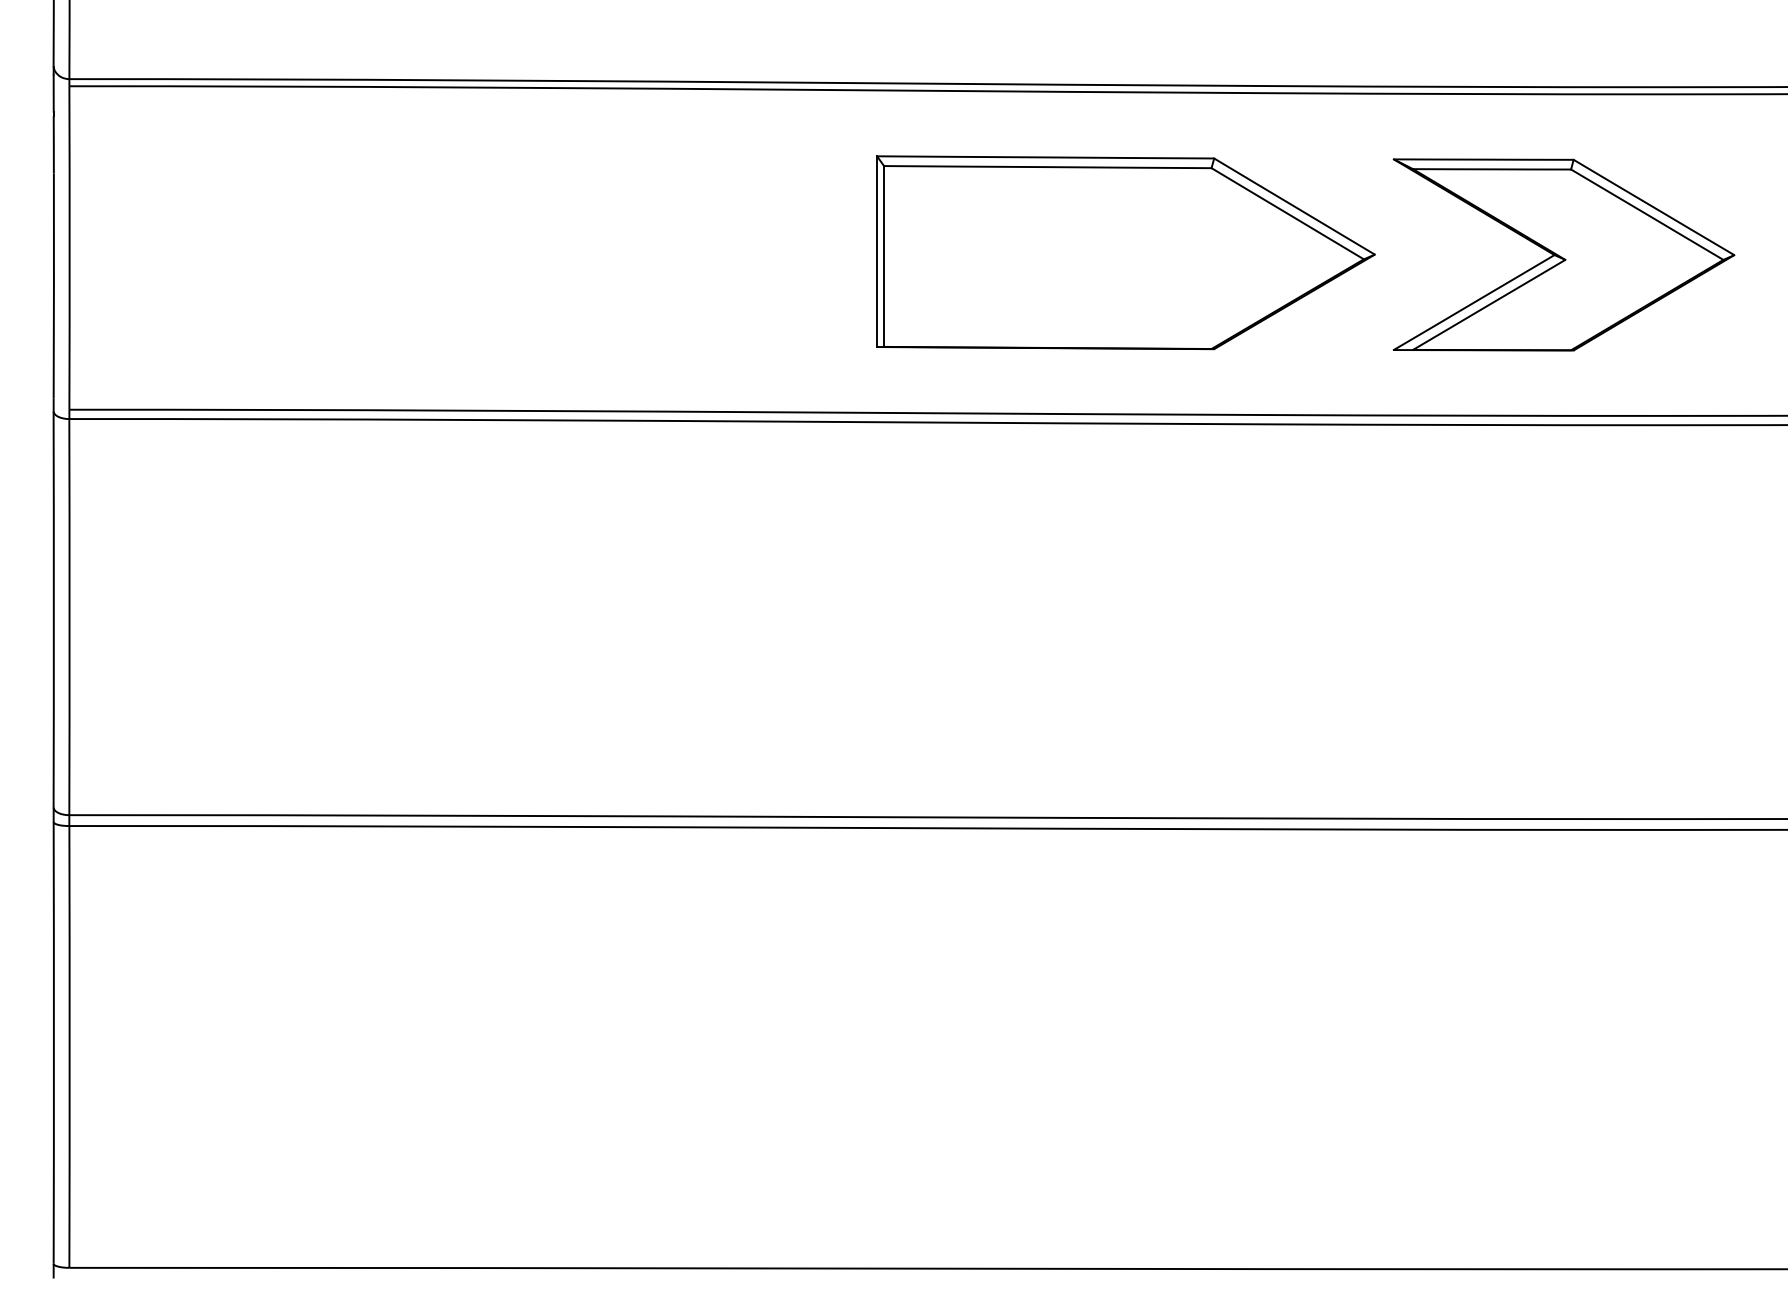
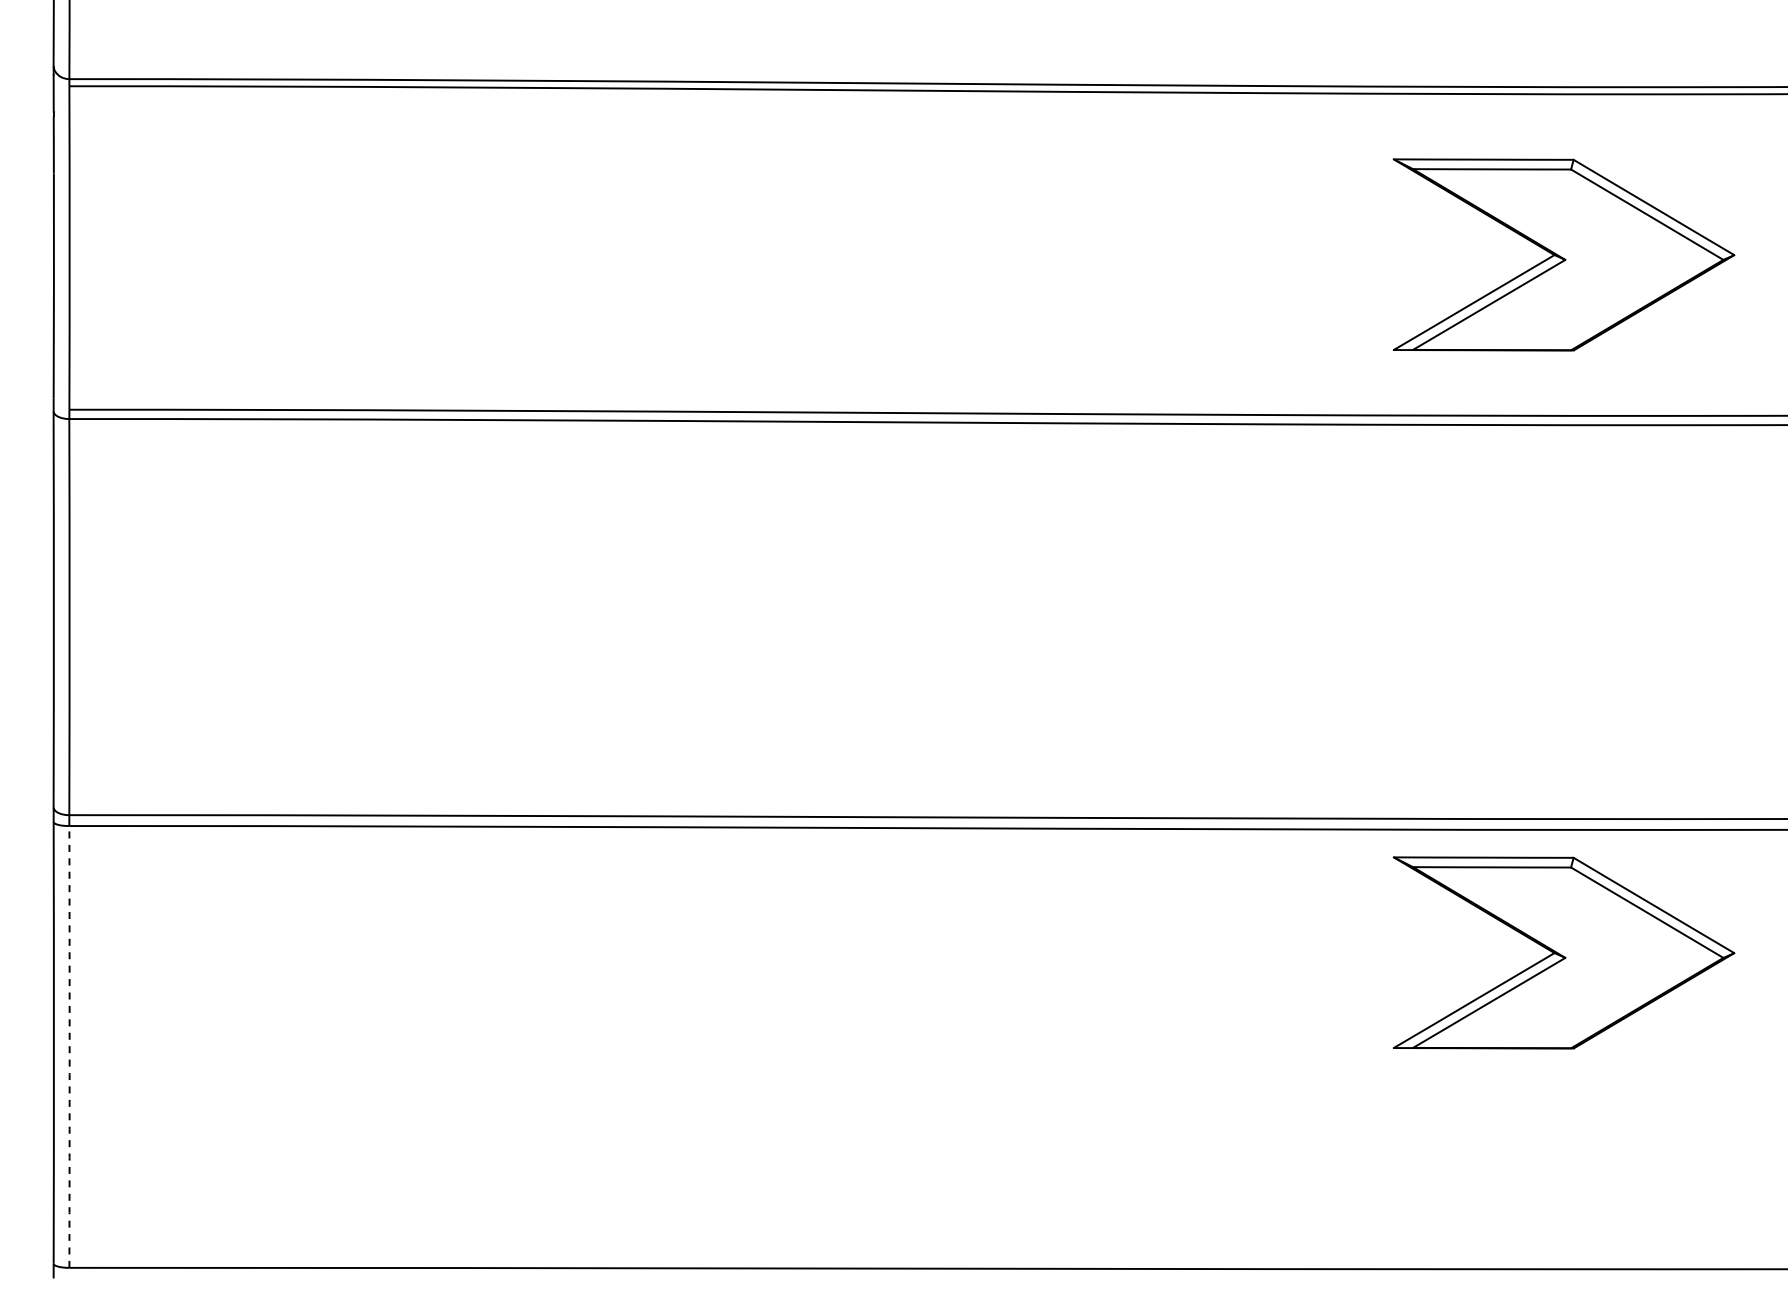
part at (1125, 252): present -> none
part at (1563, 952): none -> present
arc at (69, 1046): solid -> dashed
